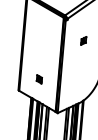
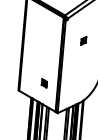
part at (38, 79) position: (38, 79) -> (43, 83)
